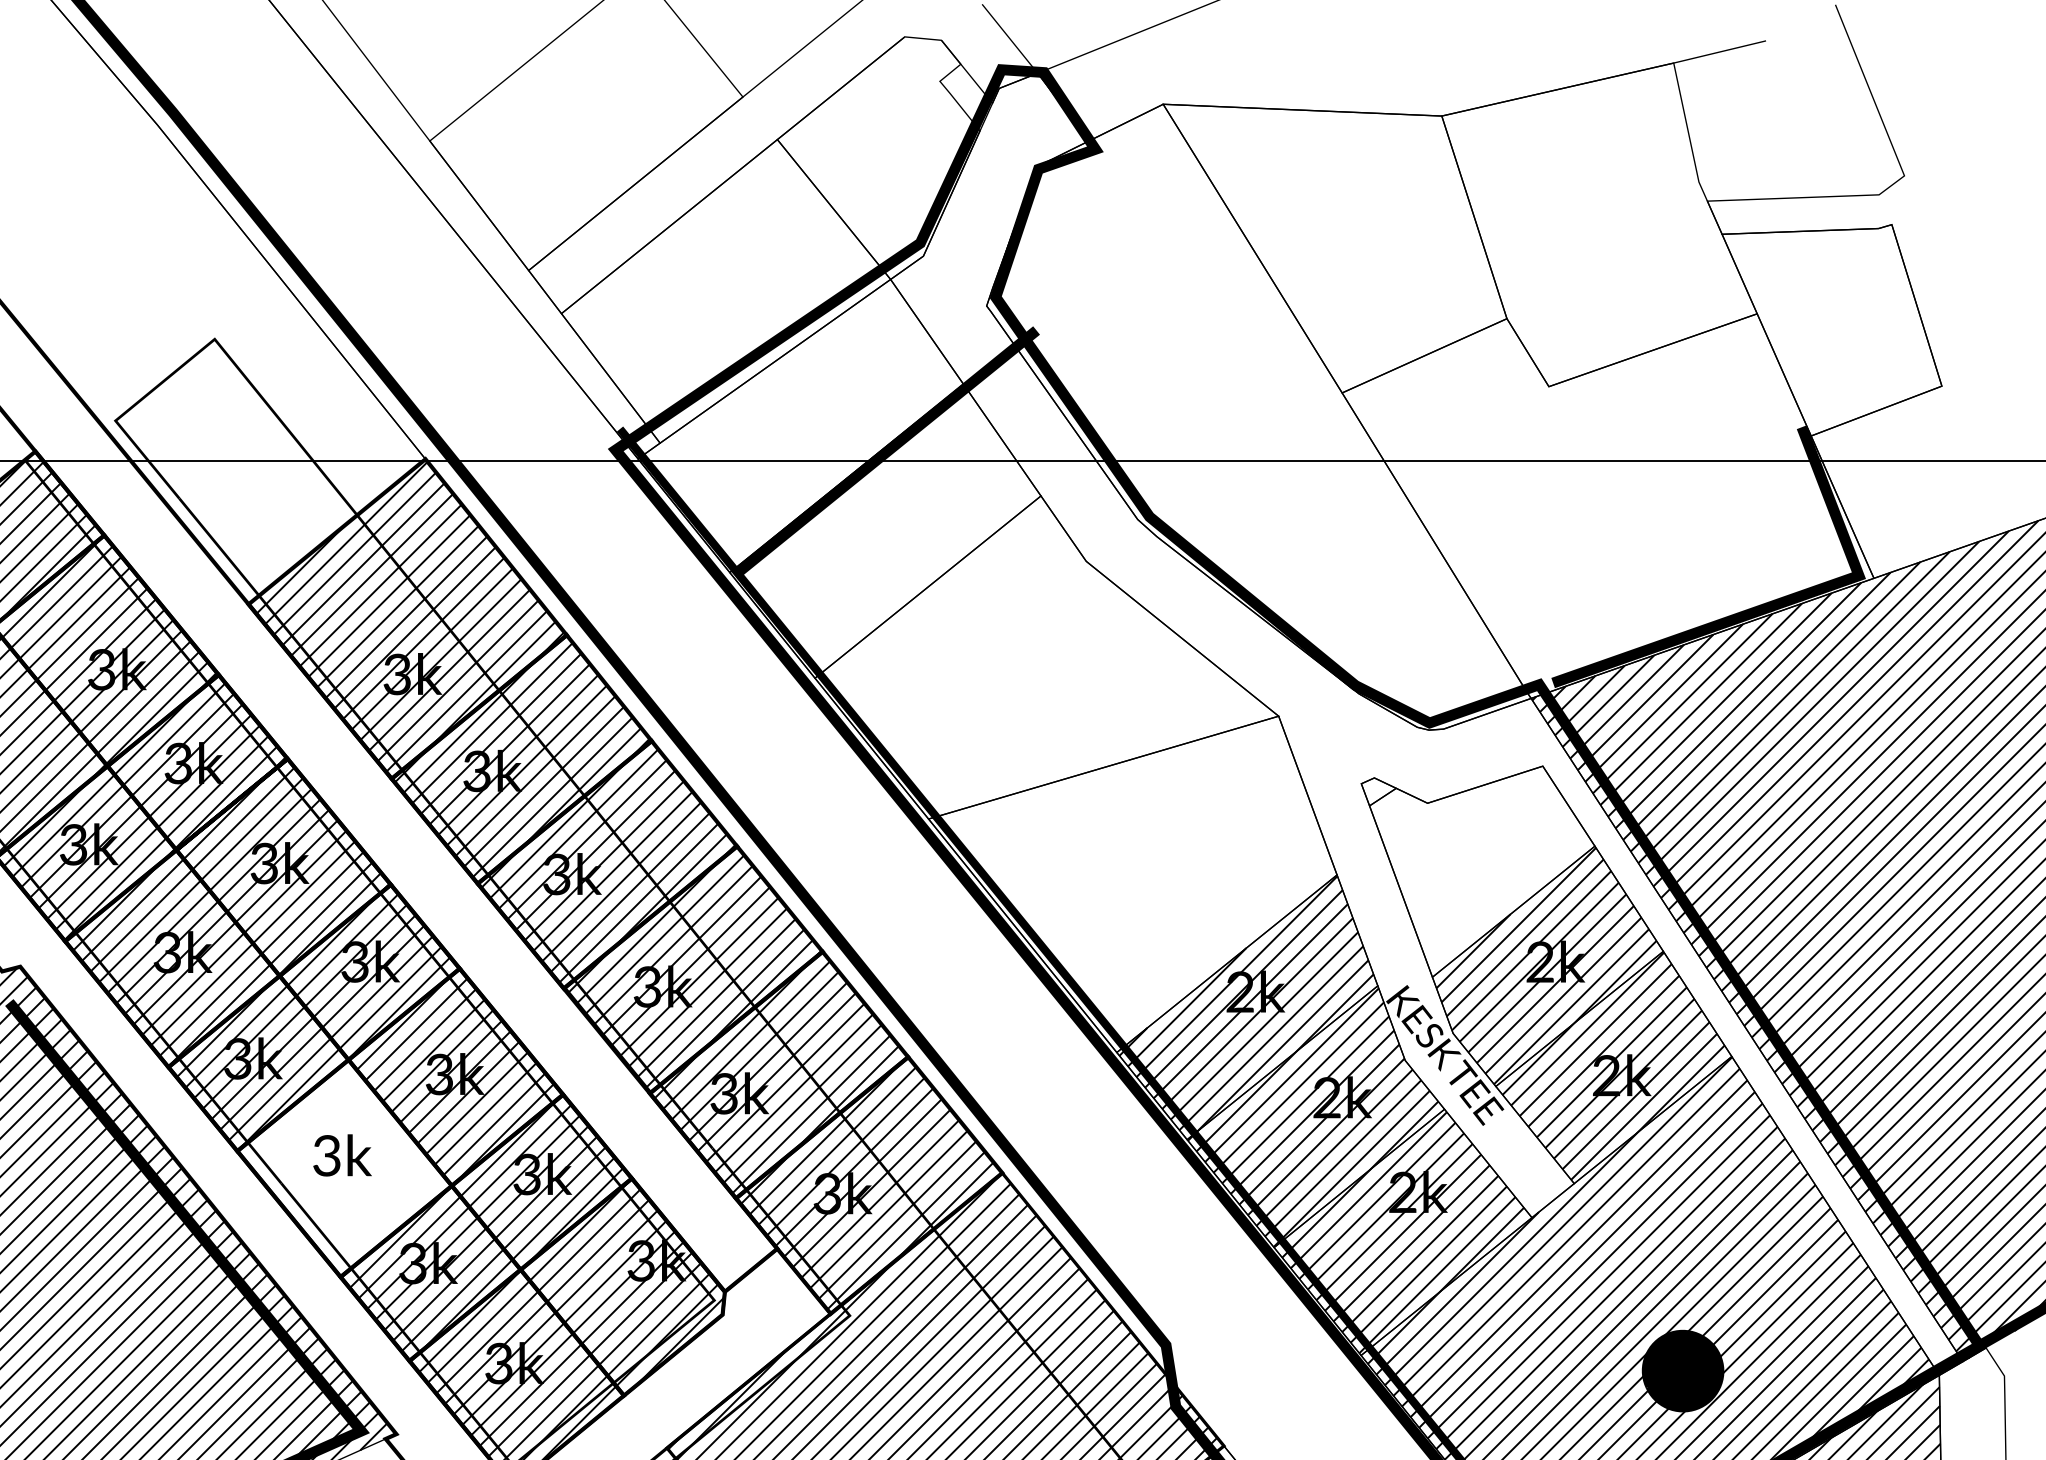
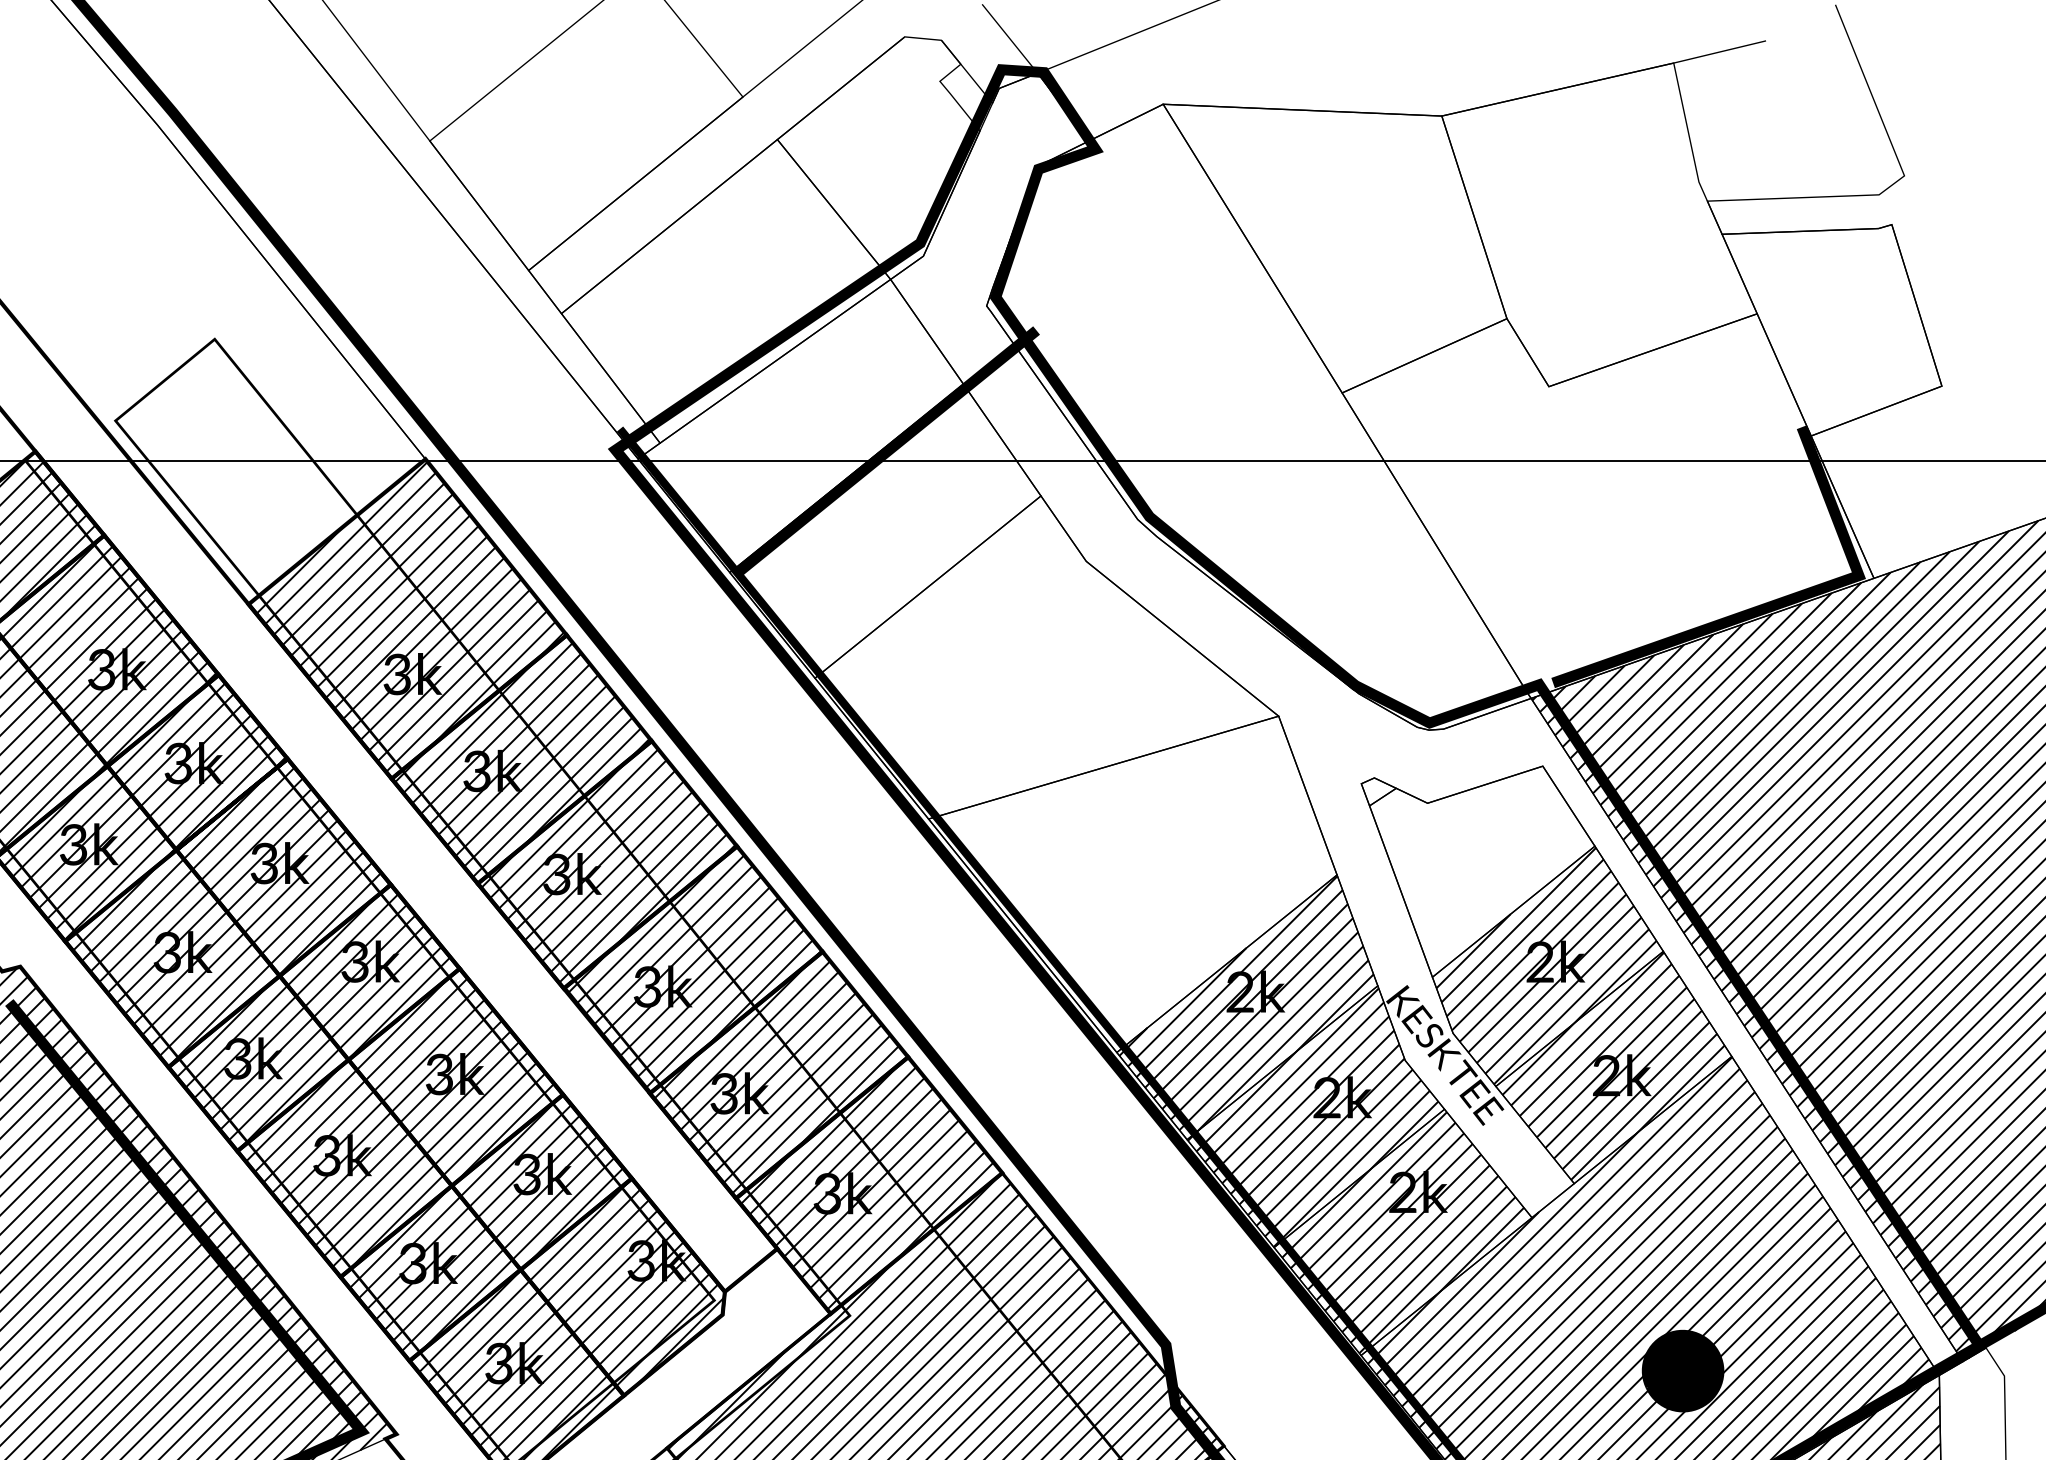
hatch at (348, 1167): none -> present
